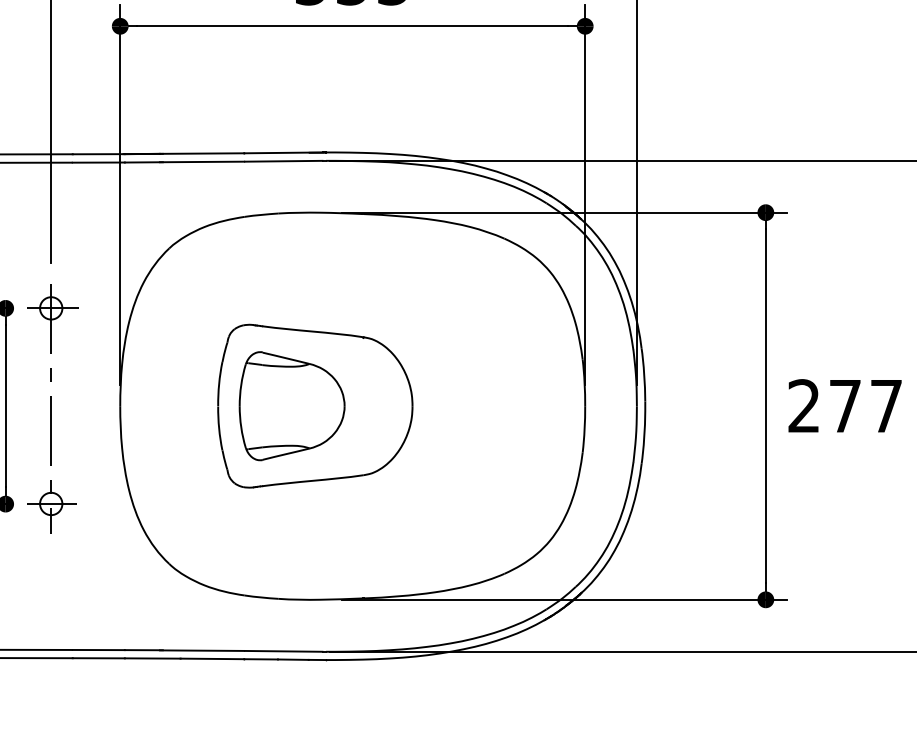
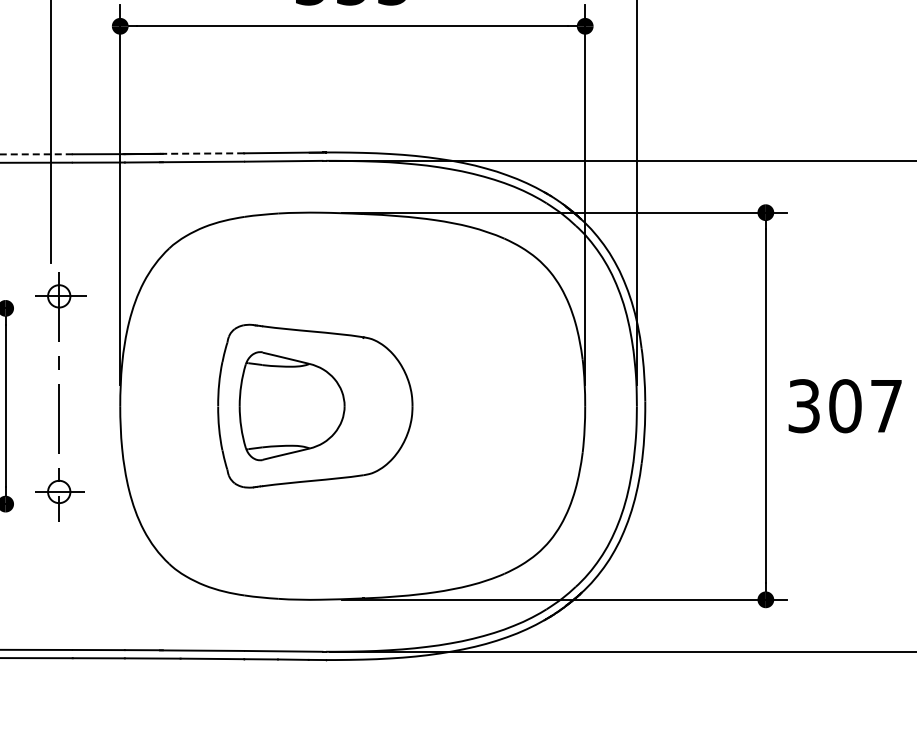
line at (201, 153): solid -> dashed
line at (36, 154): solid -> dashed
text at (824, 406): 277 -> 307
part at (52, 408) position: (52, 408) -> (60, 396)
